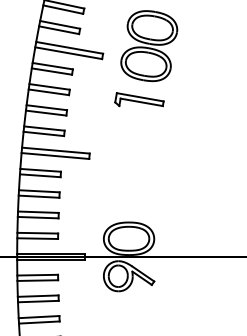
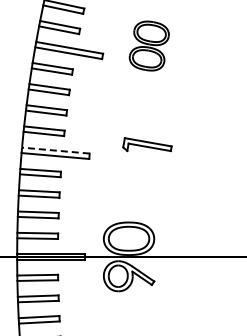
part at (149, 45) size: 59x72 px -> 42x52 px
part at (139, 99) position: (139, 99) -> (147, 144)
line at (55, 150): solid -> dashed
